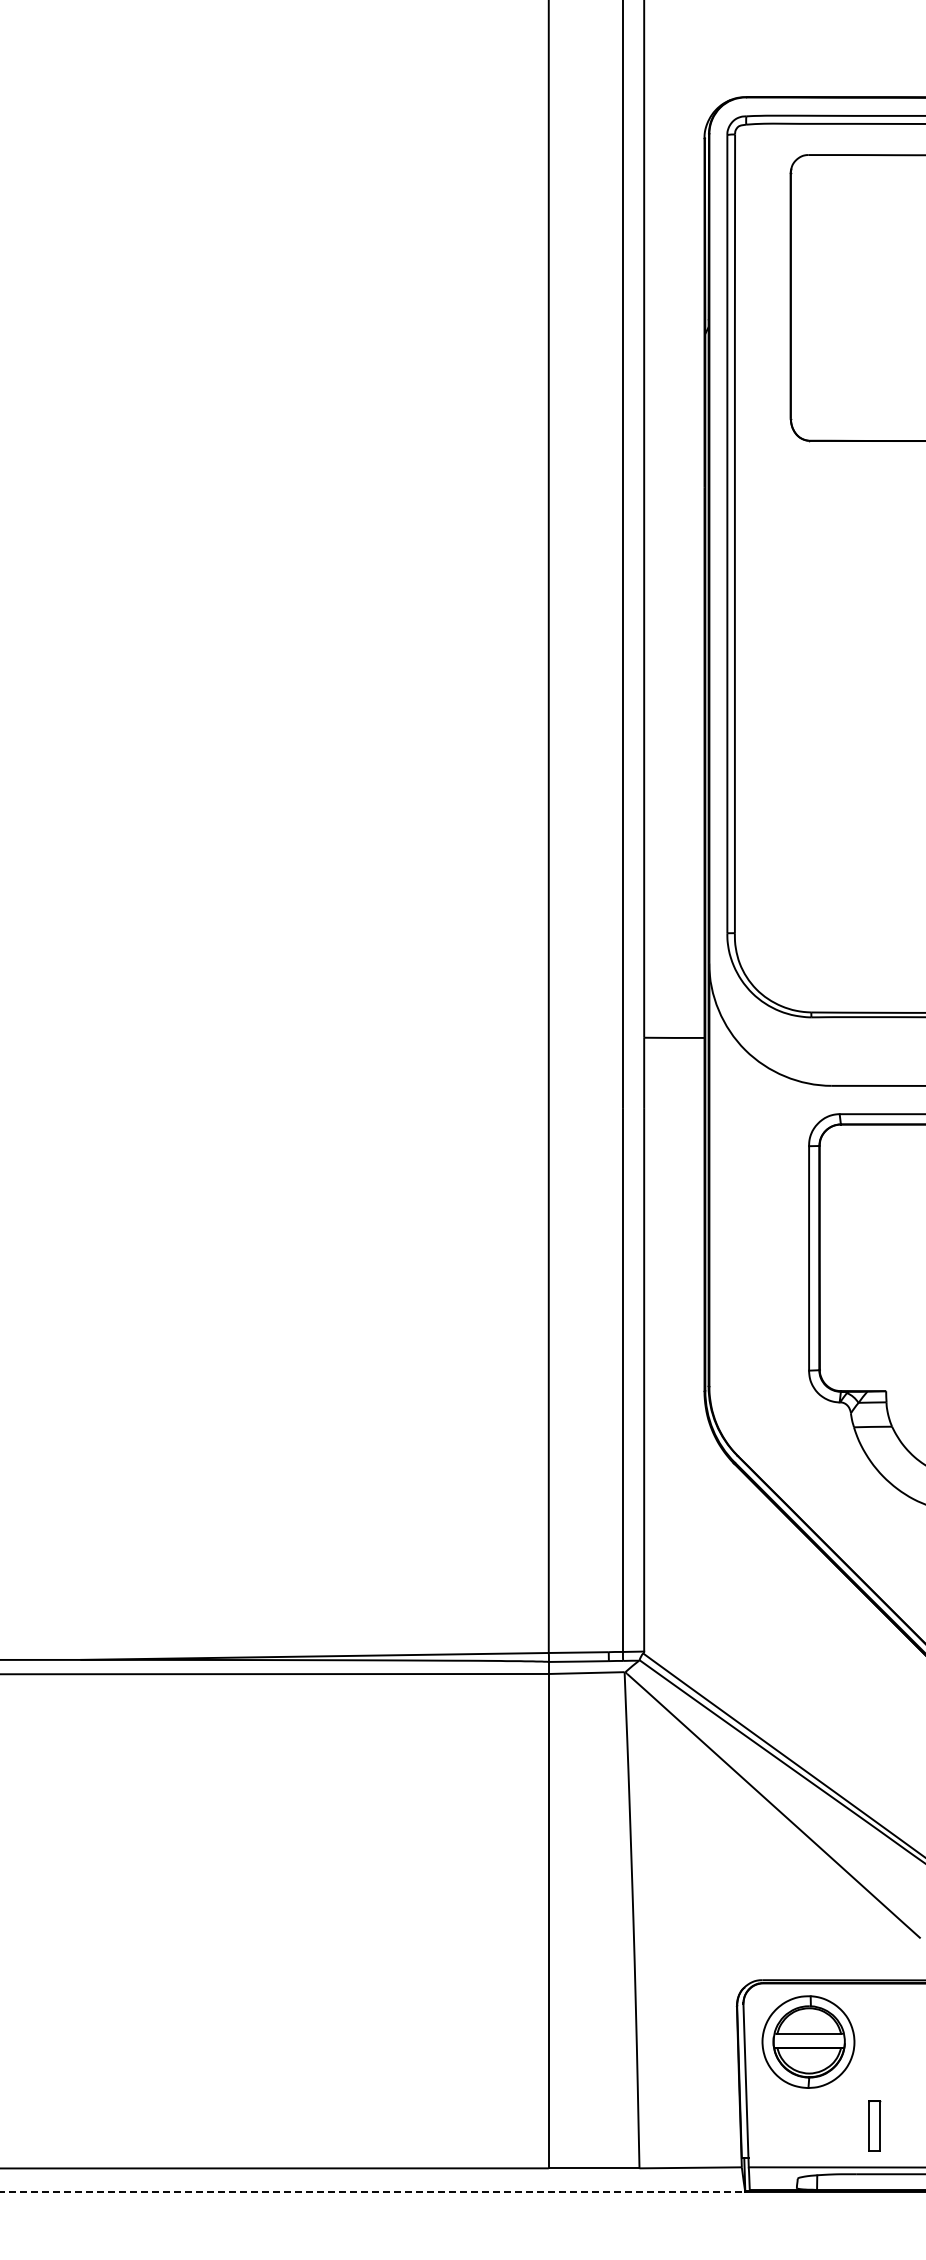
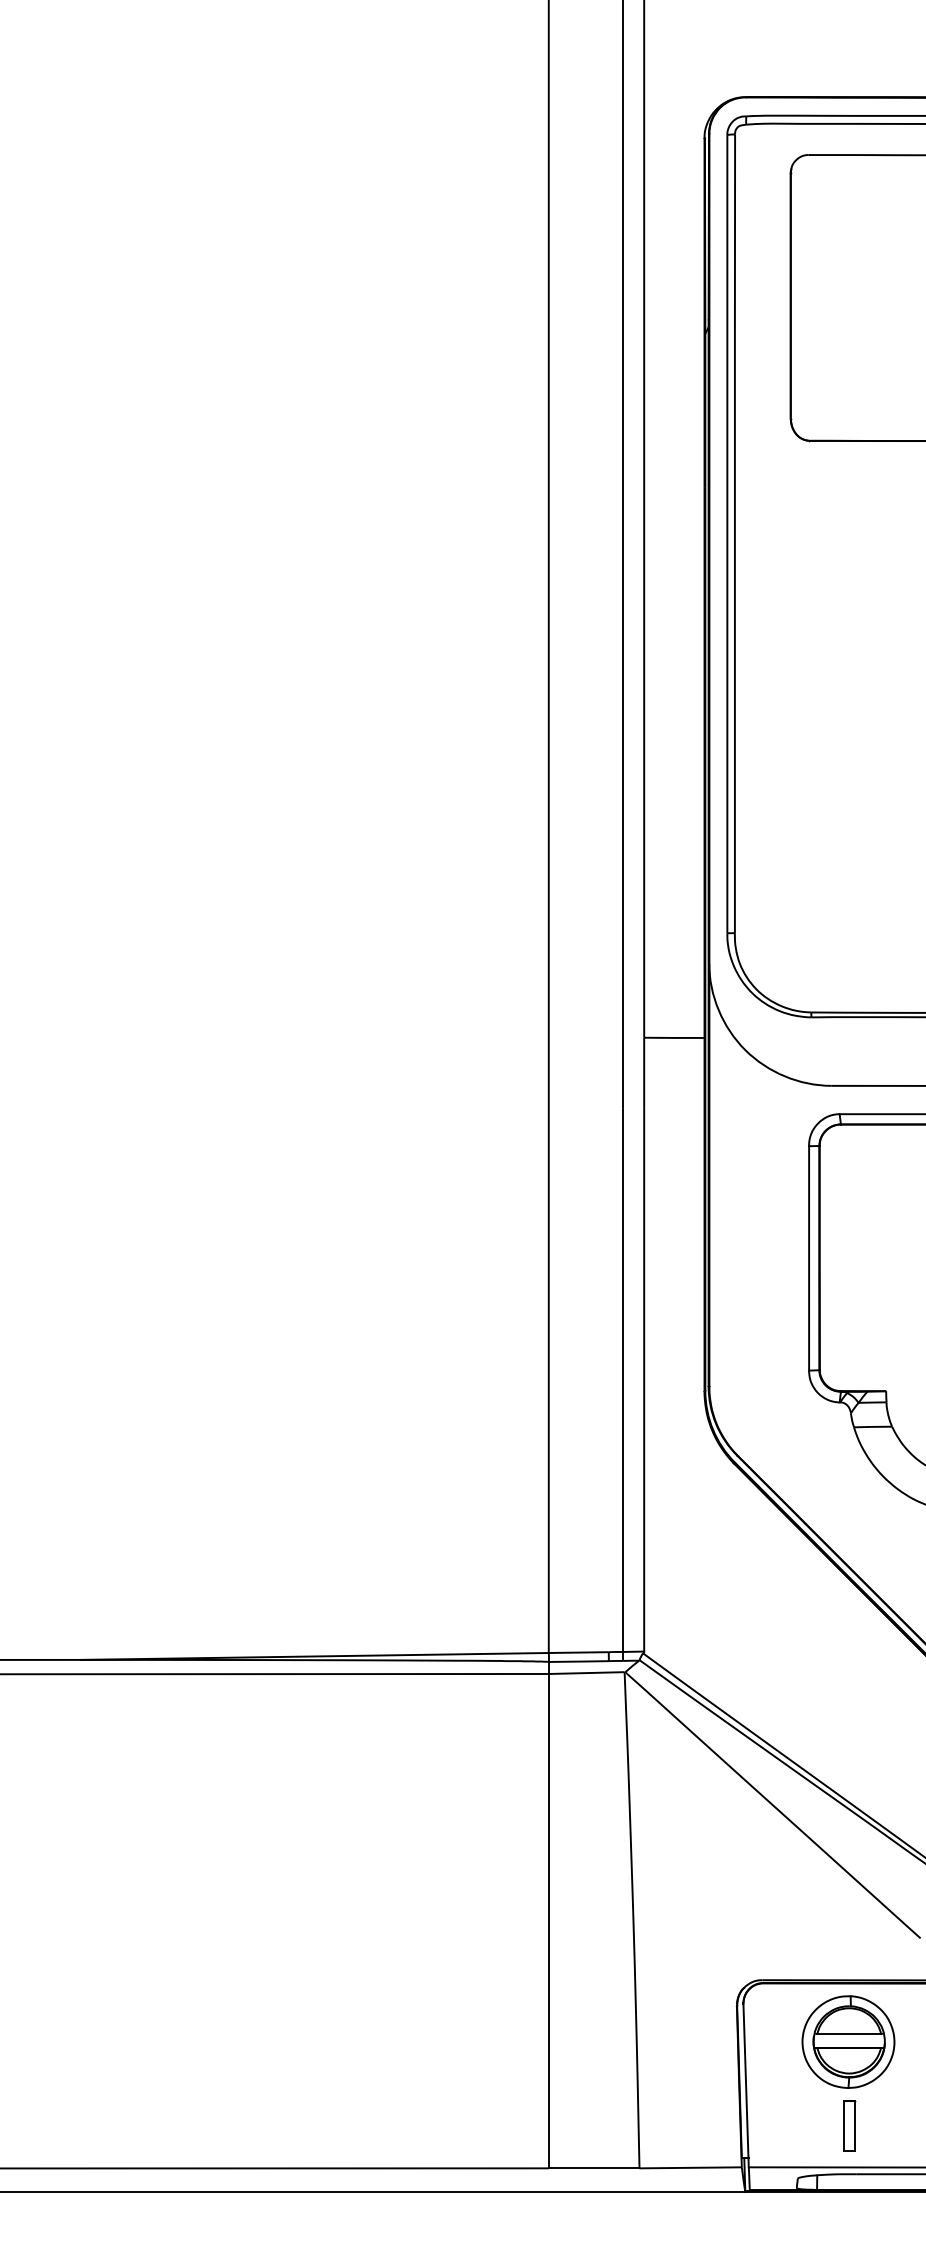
part at (808, 2041) position: (808, 2041) -> (848, 2041)
part at (874, 2125) position: (874, 2125) -> (849, 2125)
line at (373, 2192): dashed -> solid
